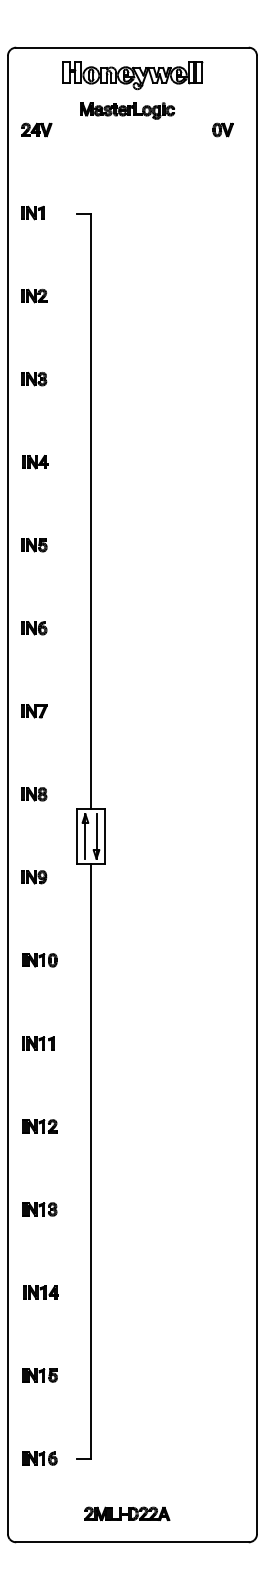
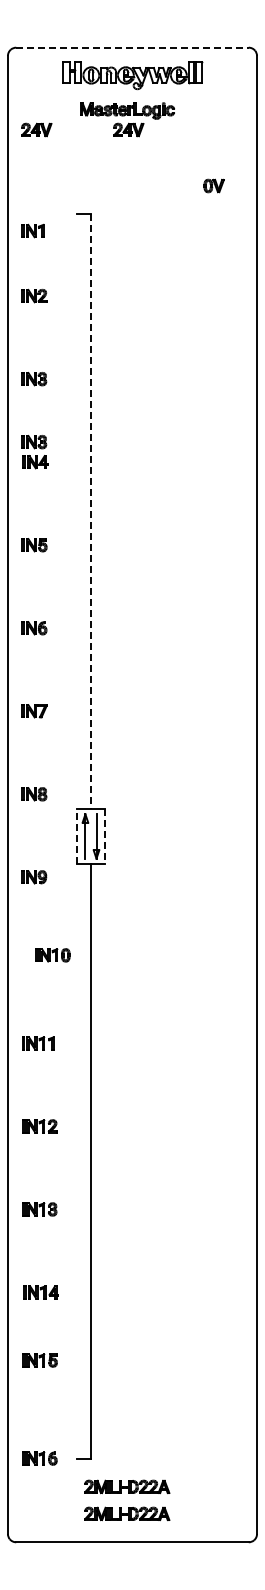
line at (132, 47): solid -> dashed
part at (128, 129): none -> present
part at (222, 129) position: (222, 129) -> (213, 185)
part at (32, 212) position: (32, 212) -> (32, 230)
part at (34, 442): none -> present
line at (90, 511): solid -> dashed
line at (77, 836): solid -> dashed
line at (104, 836): solid -> dashed
part at (39, 960) position: (39, 960) -> (52, 955)
part at (39, 1375) position: (39, 1375) -> (39, 1360)
part at (127, 1486): none -> present
